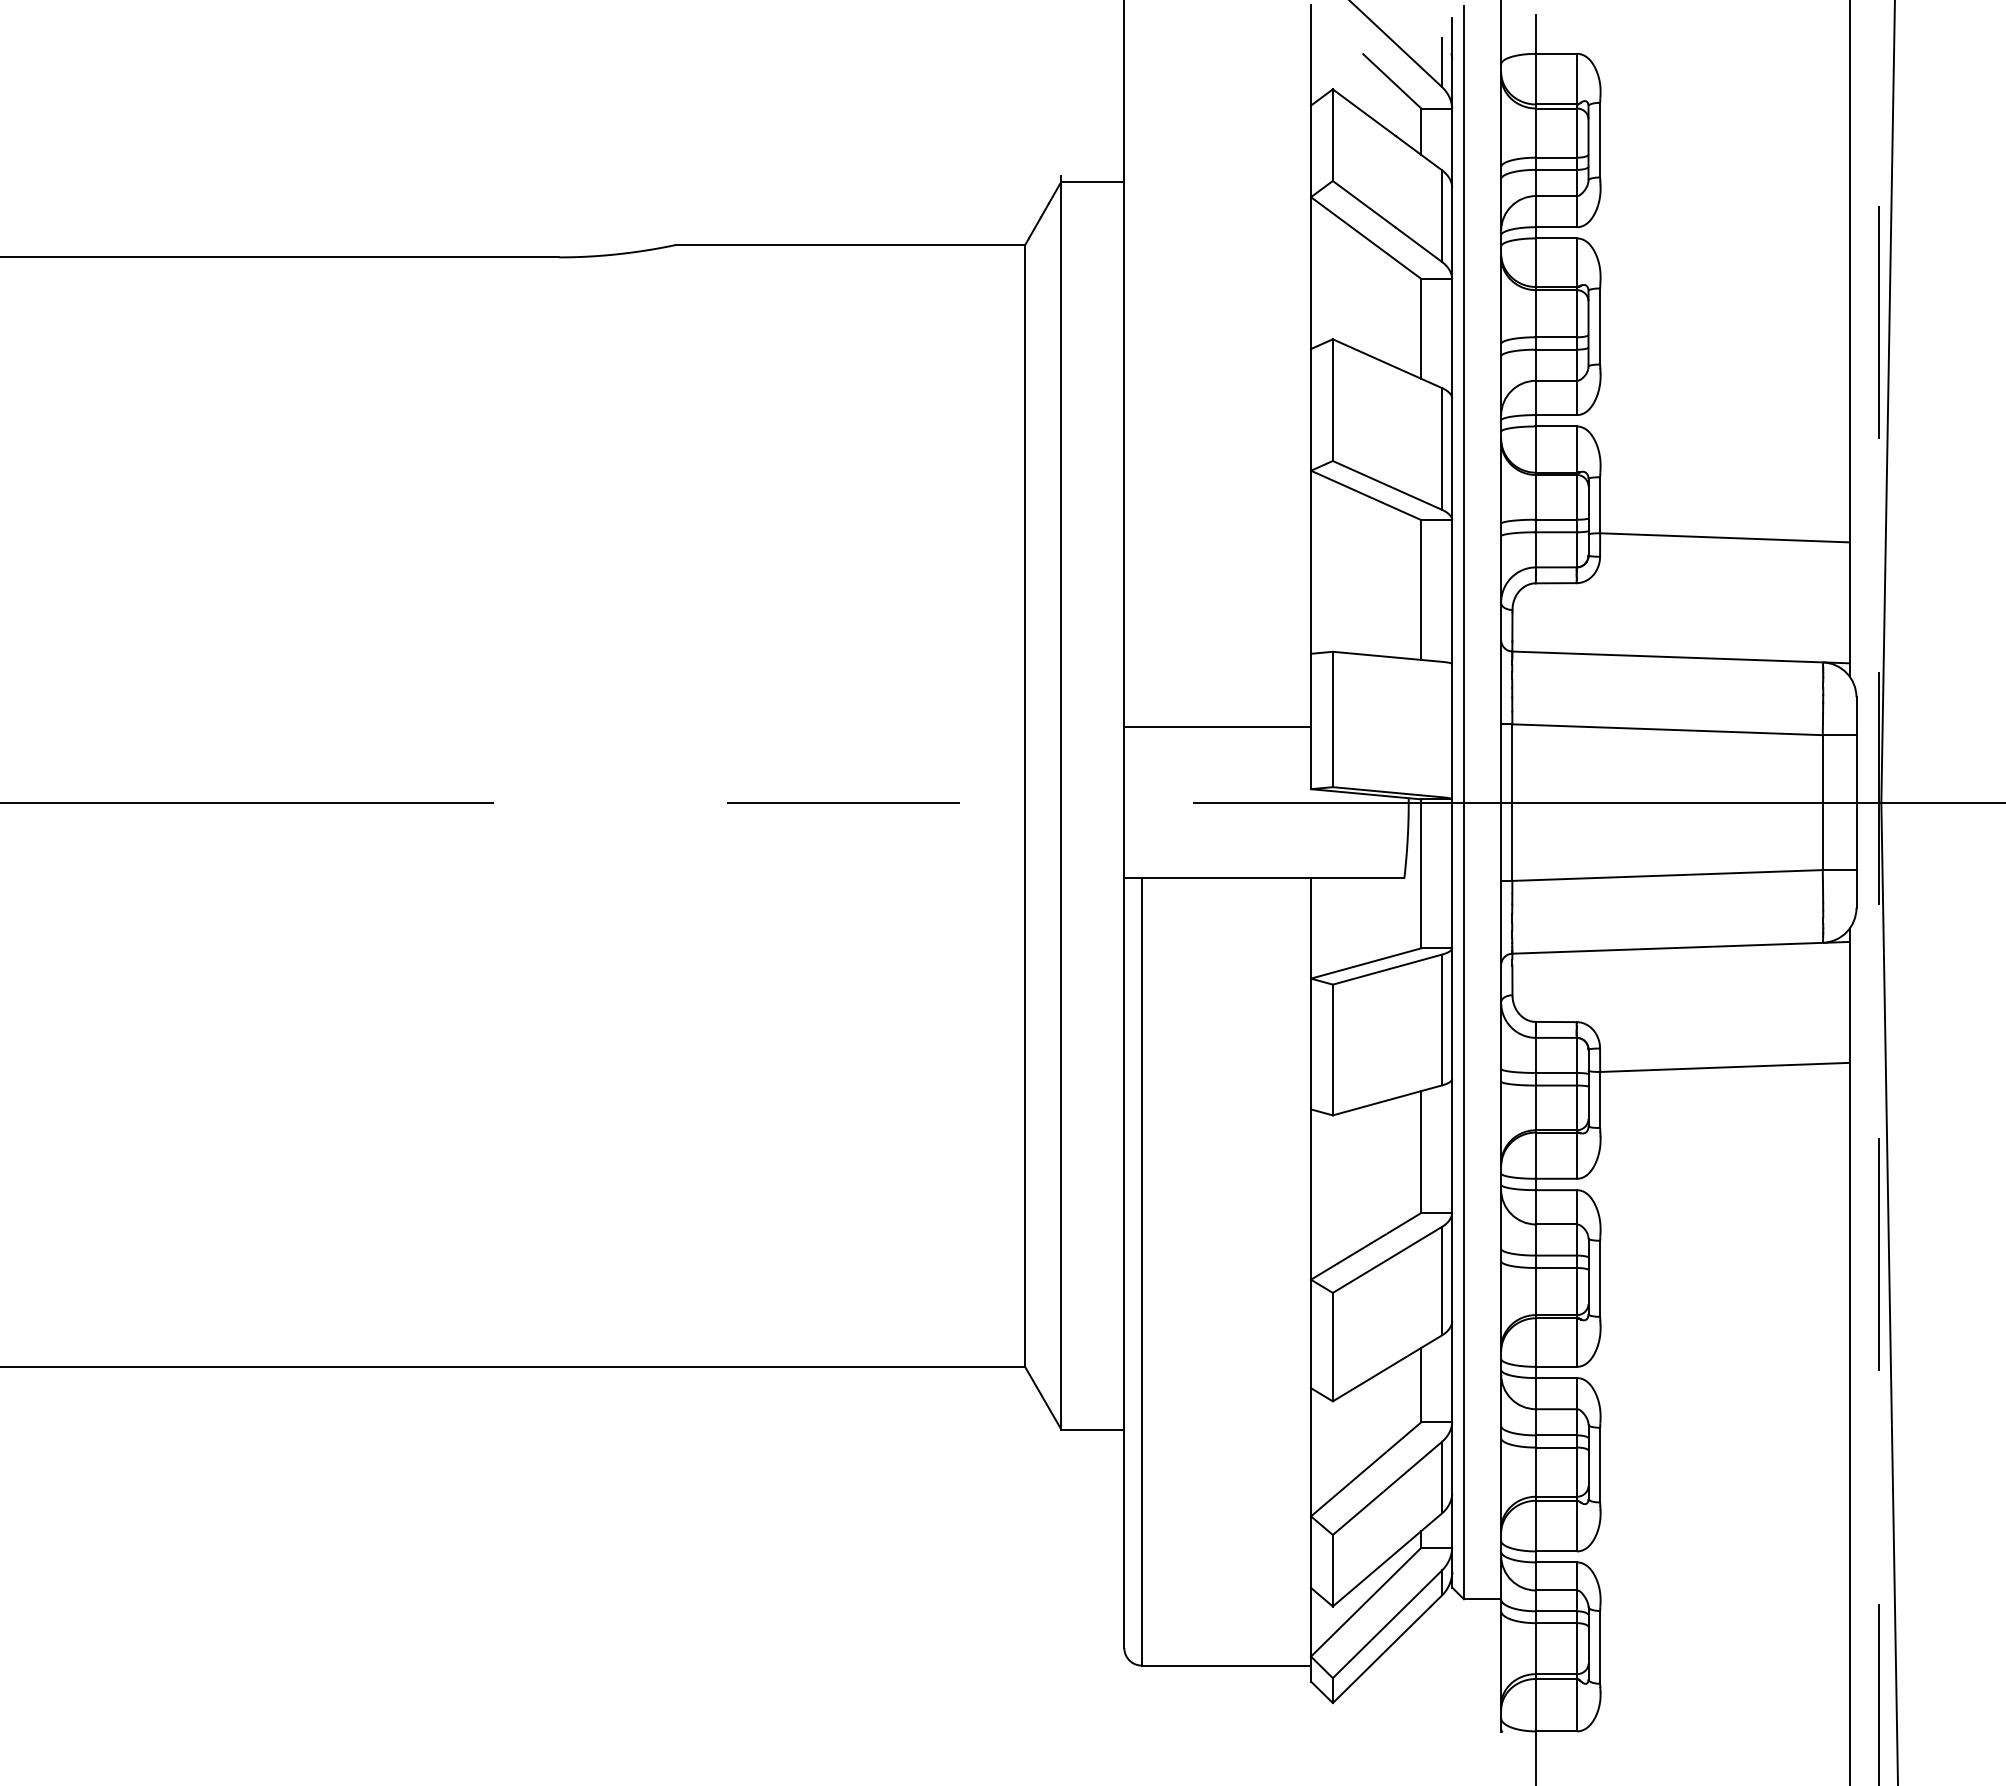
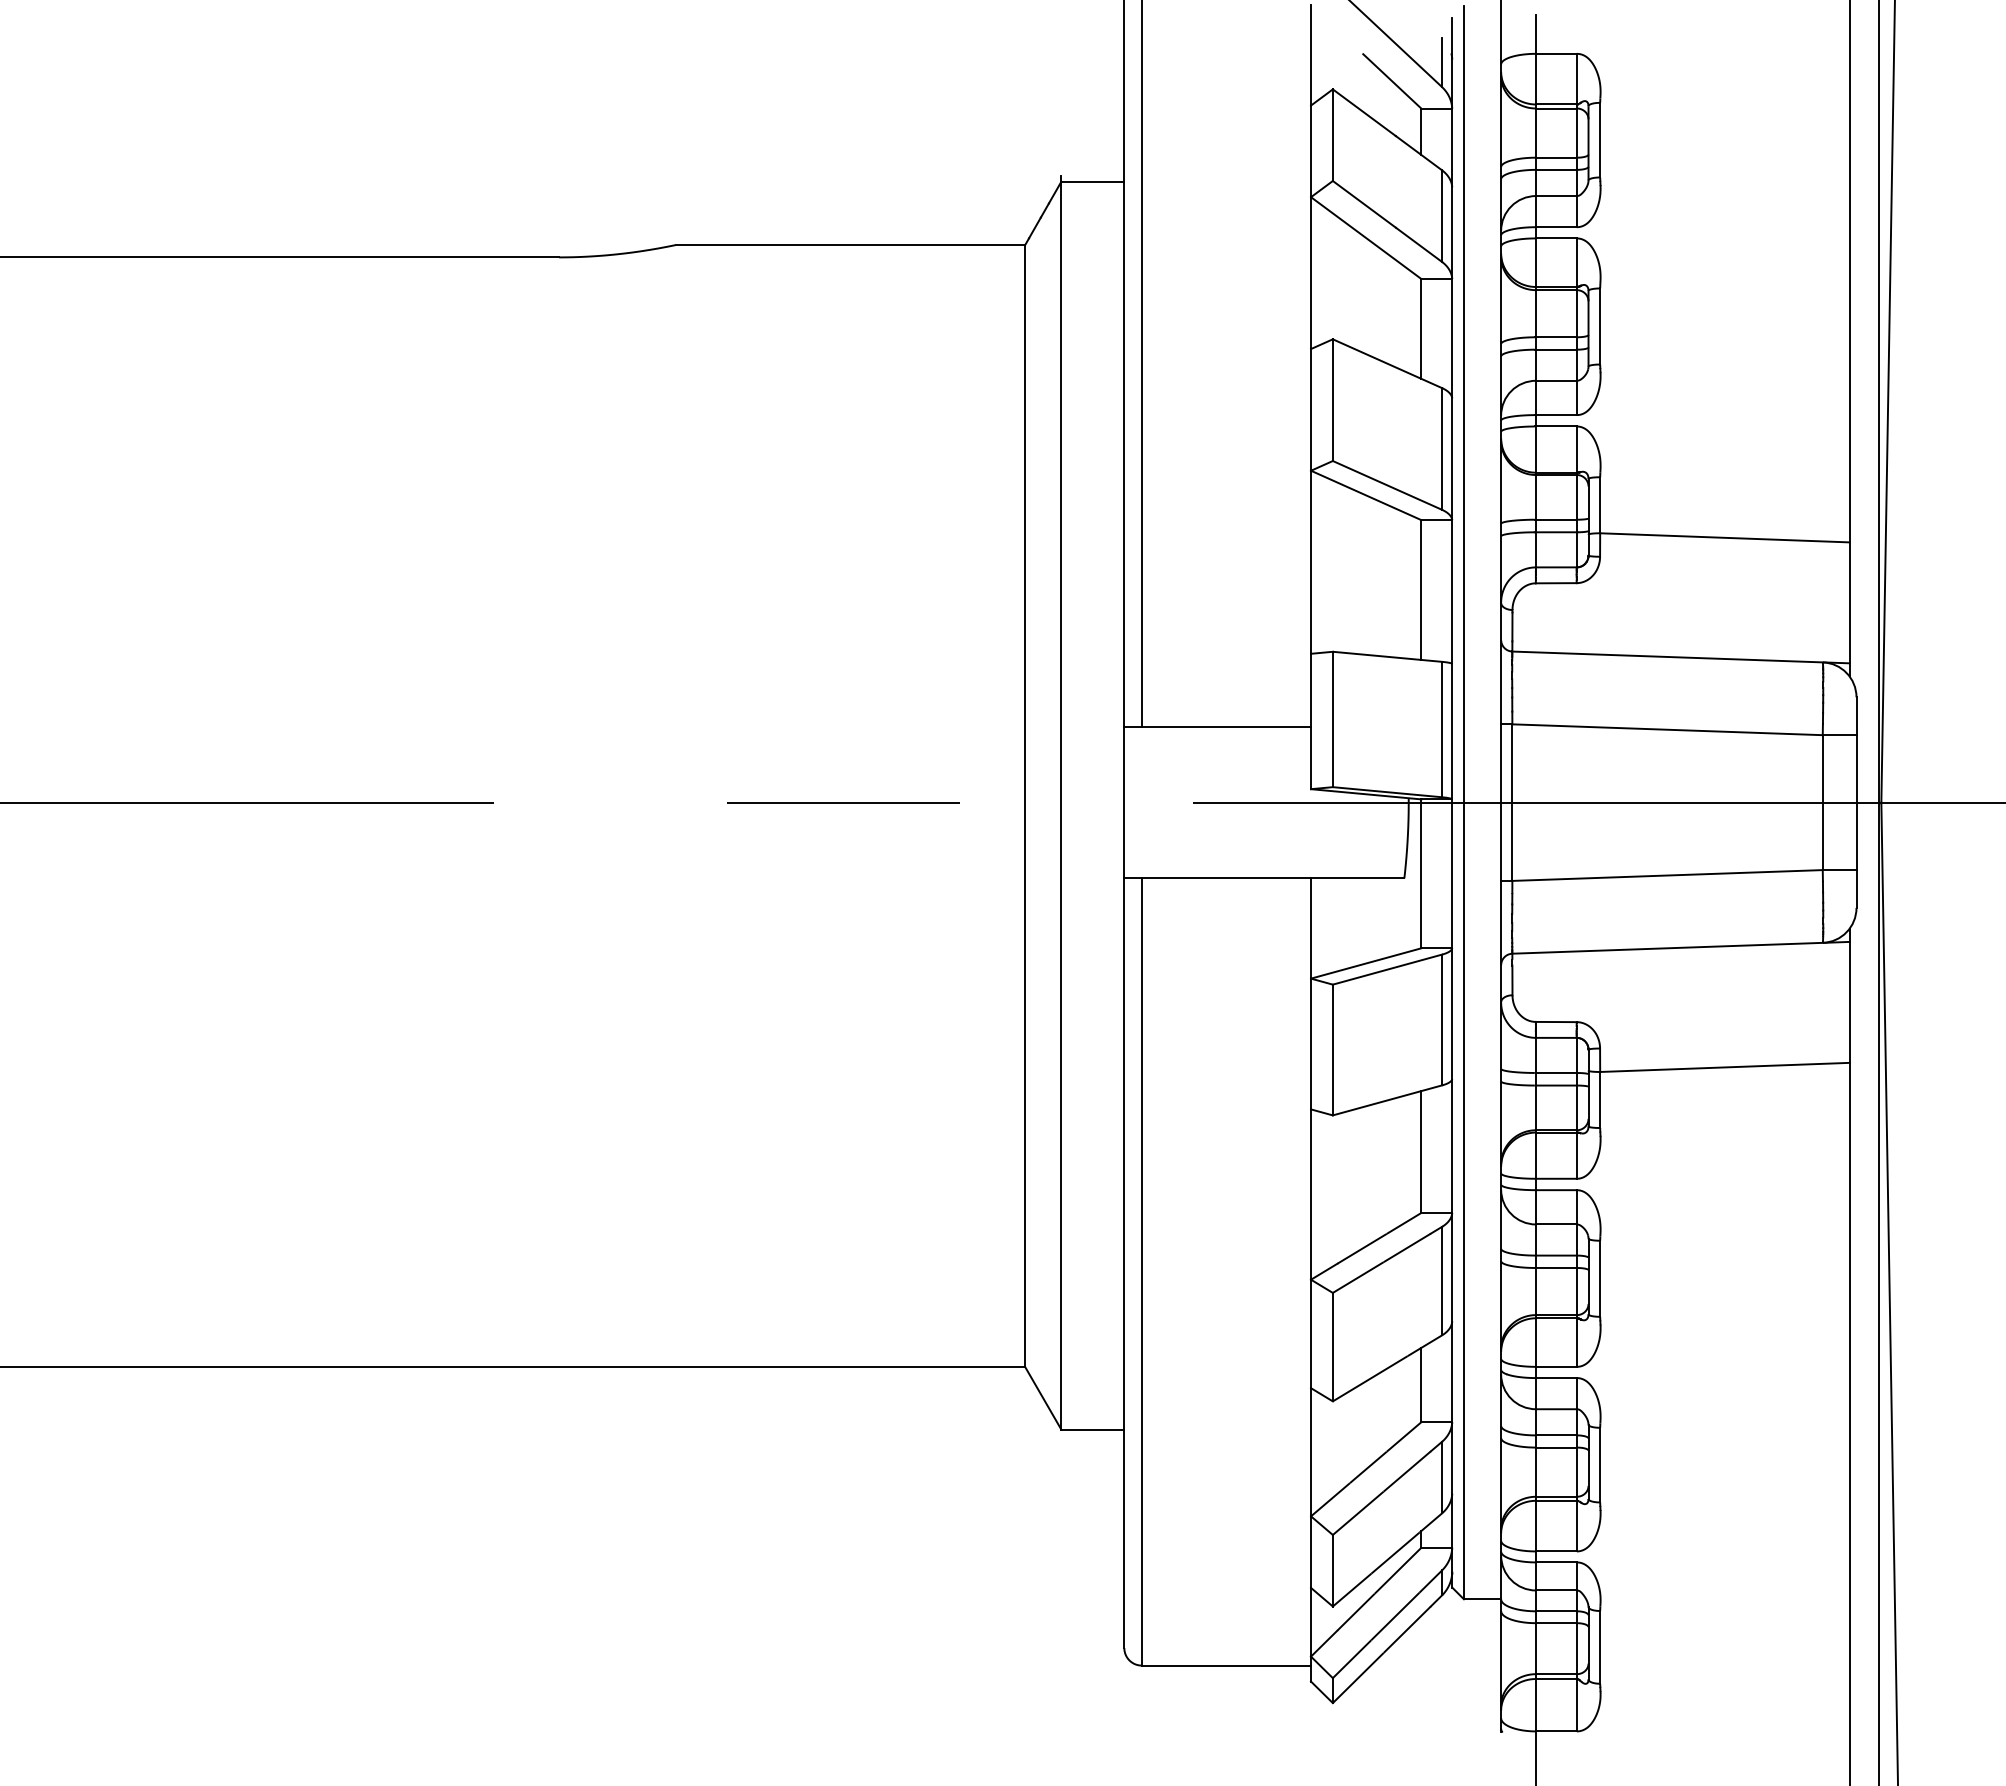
line at (1141, 364): none -> present
line at (1442, 729): none -> present
line at (1878, 893): dashed -> solid
